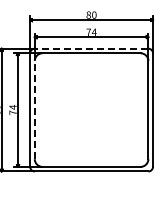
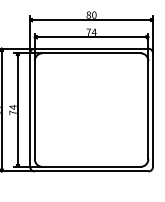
line at (91, 48): dashed -> solid
line at (34, 109): dashed -> solid
